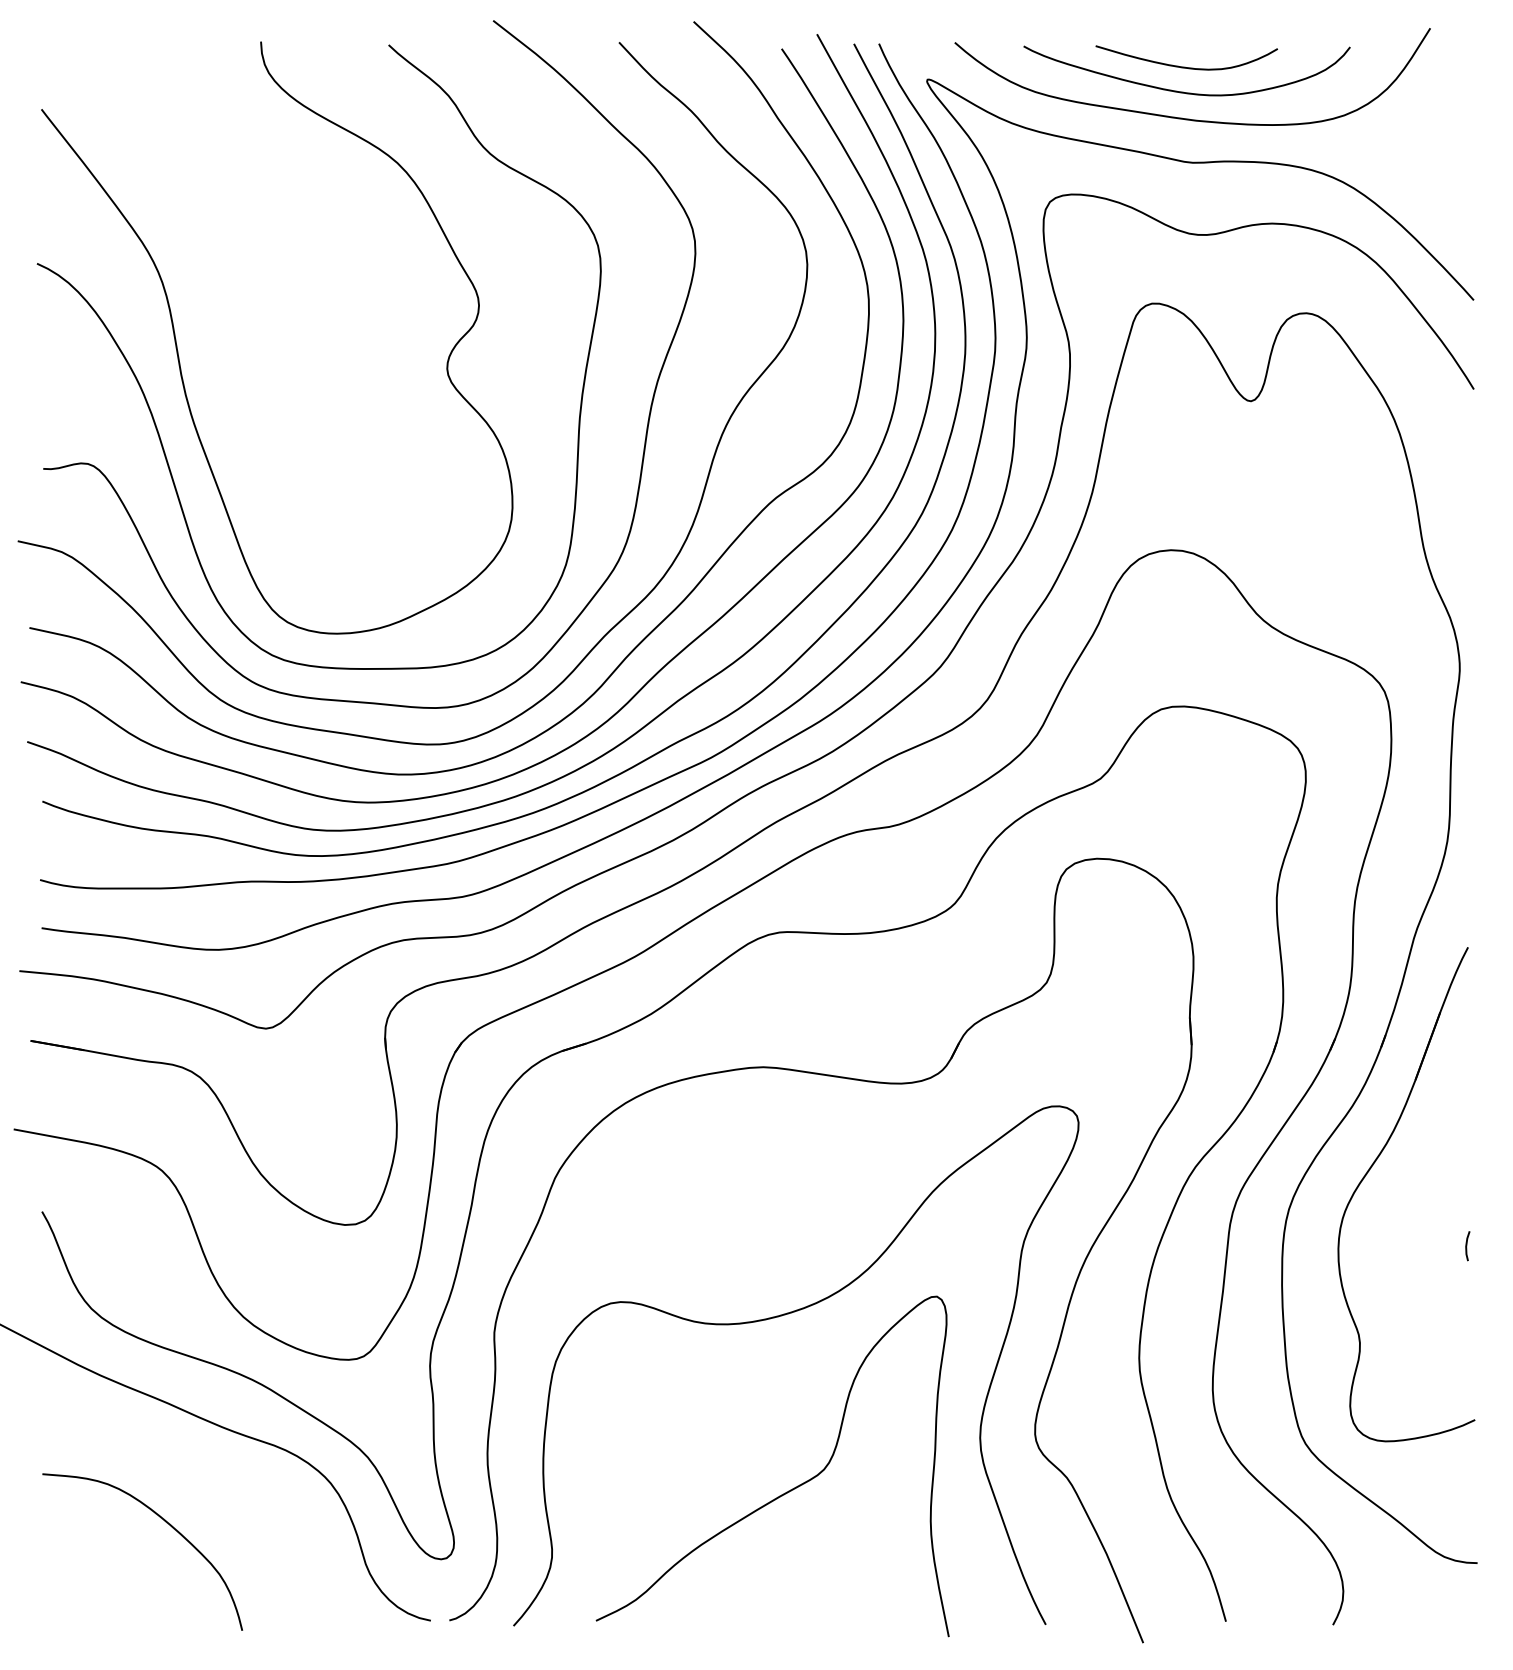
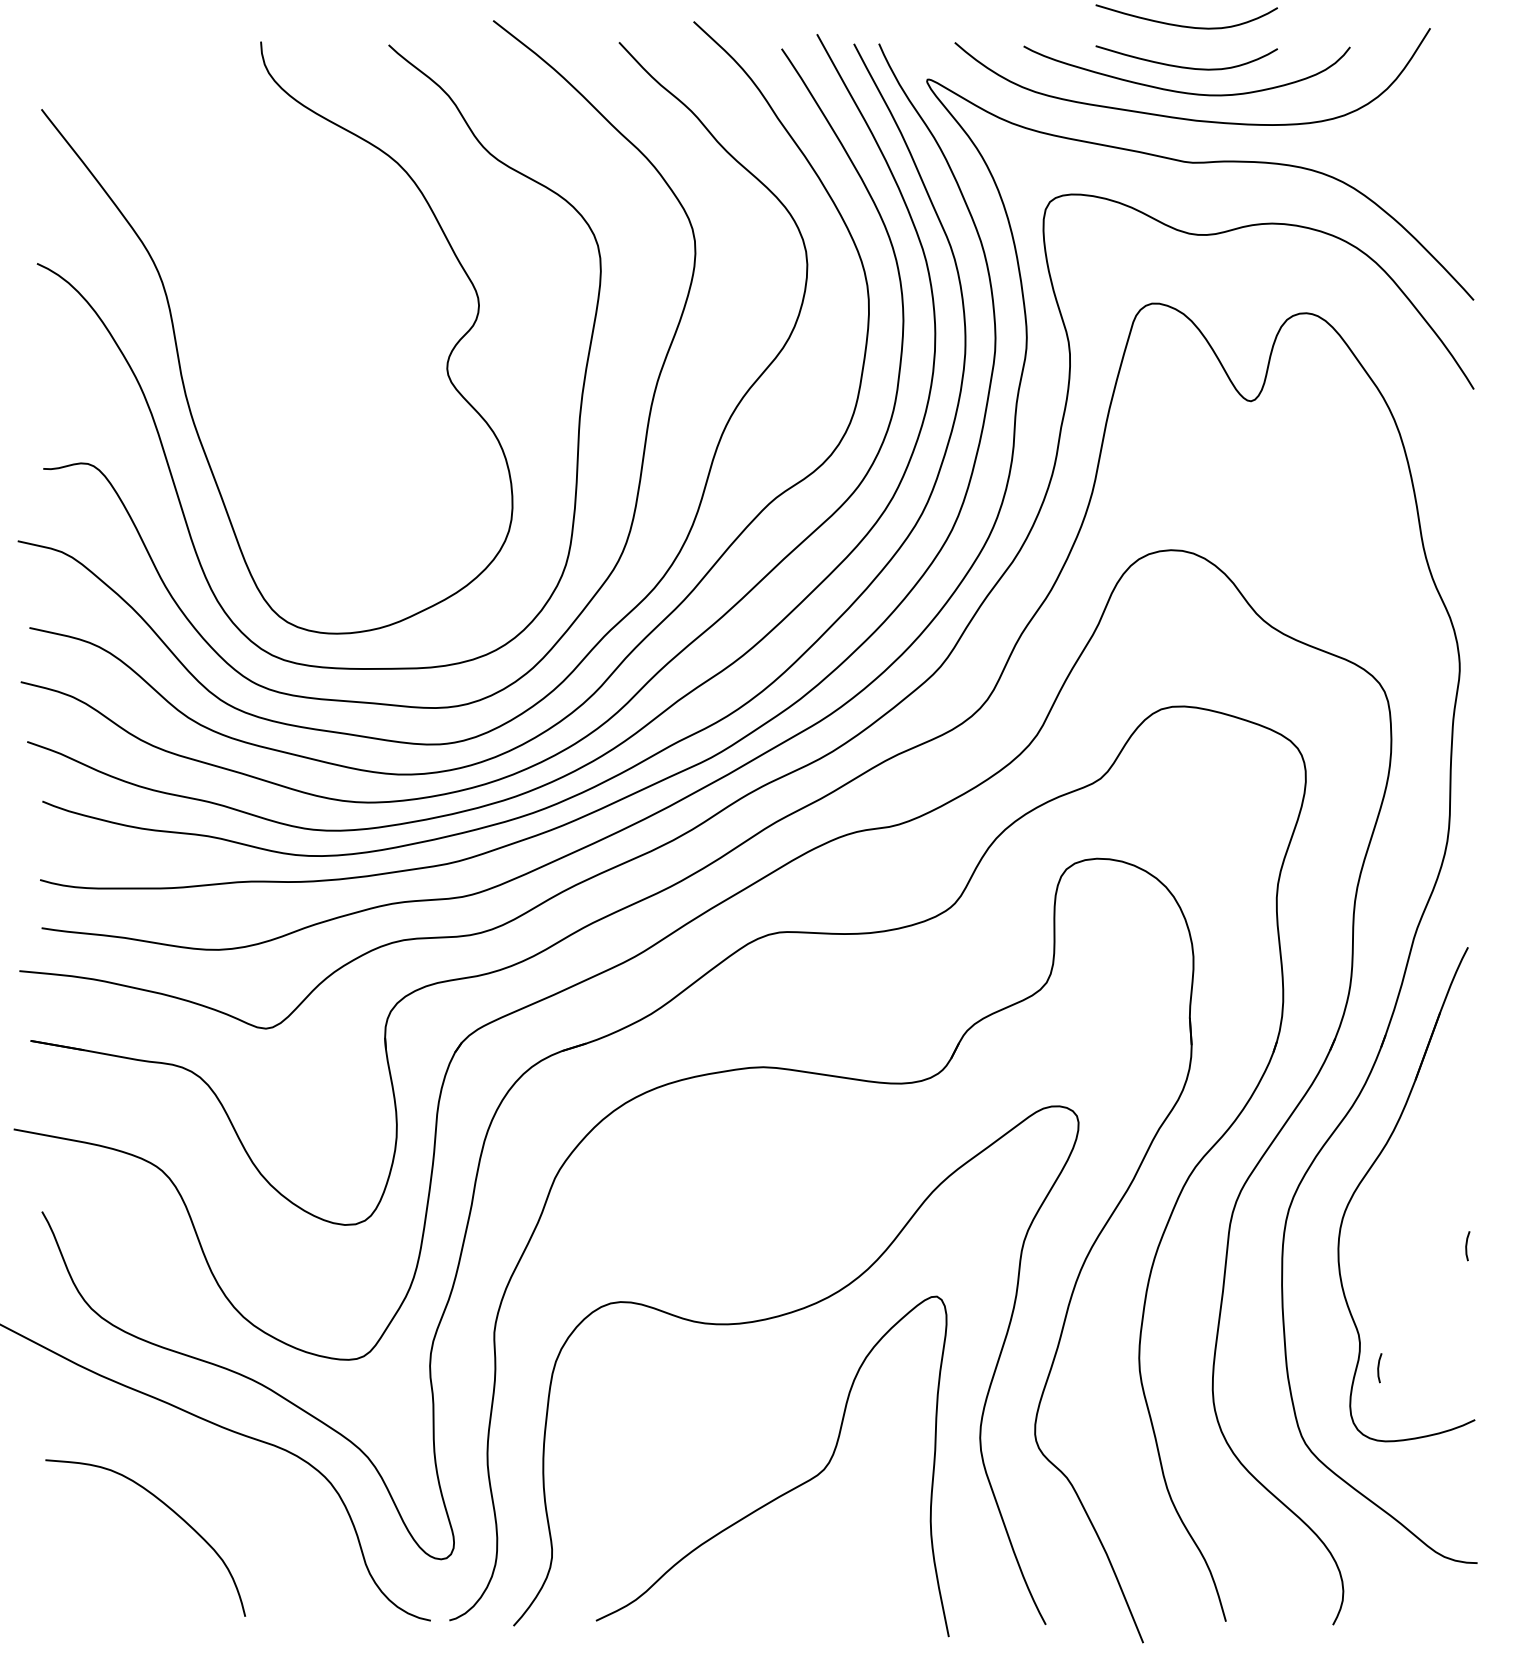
curve at (1185, 25): none -> present
line at (1379, 1368): none -> present
curve at (166, 1523) position: (166, 1523) -> (169, 1509)
